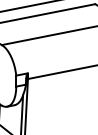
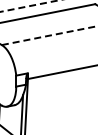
line at (30, 6): solid -> dashed
line at (49, 35): solid -> dashed
